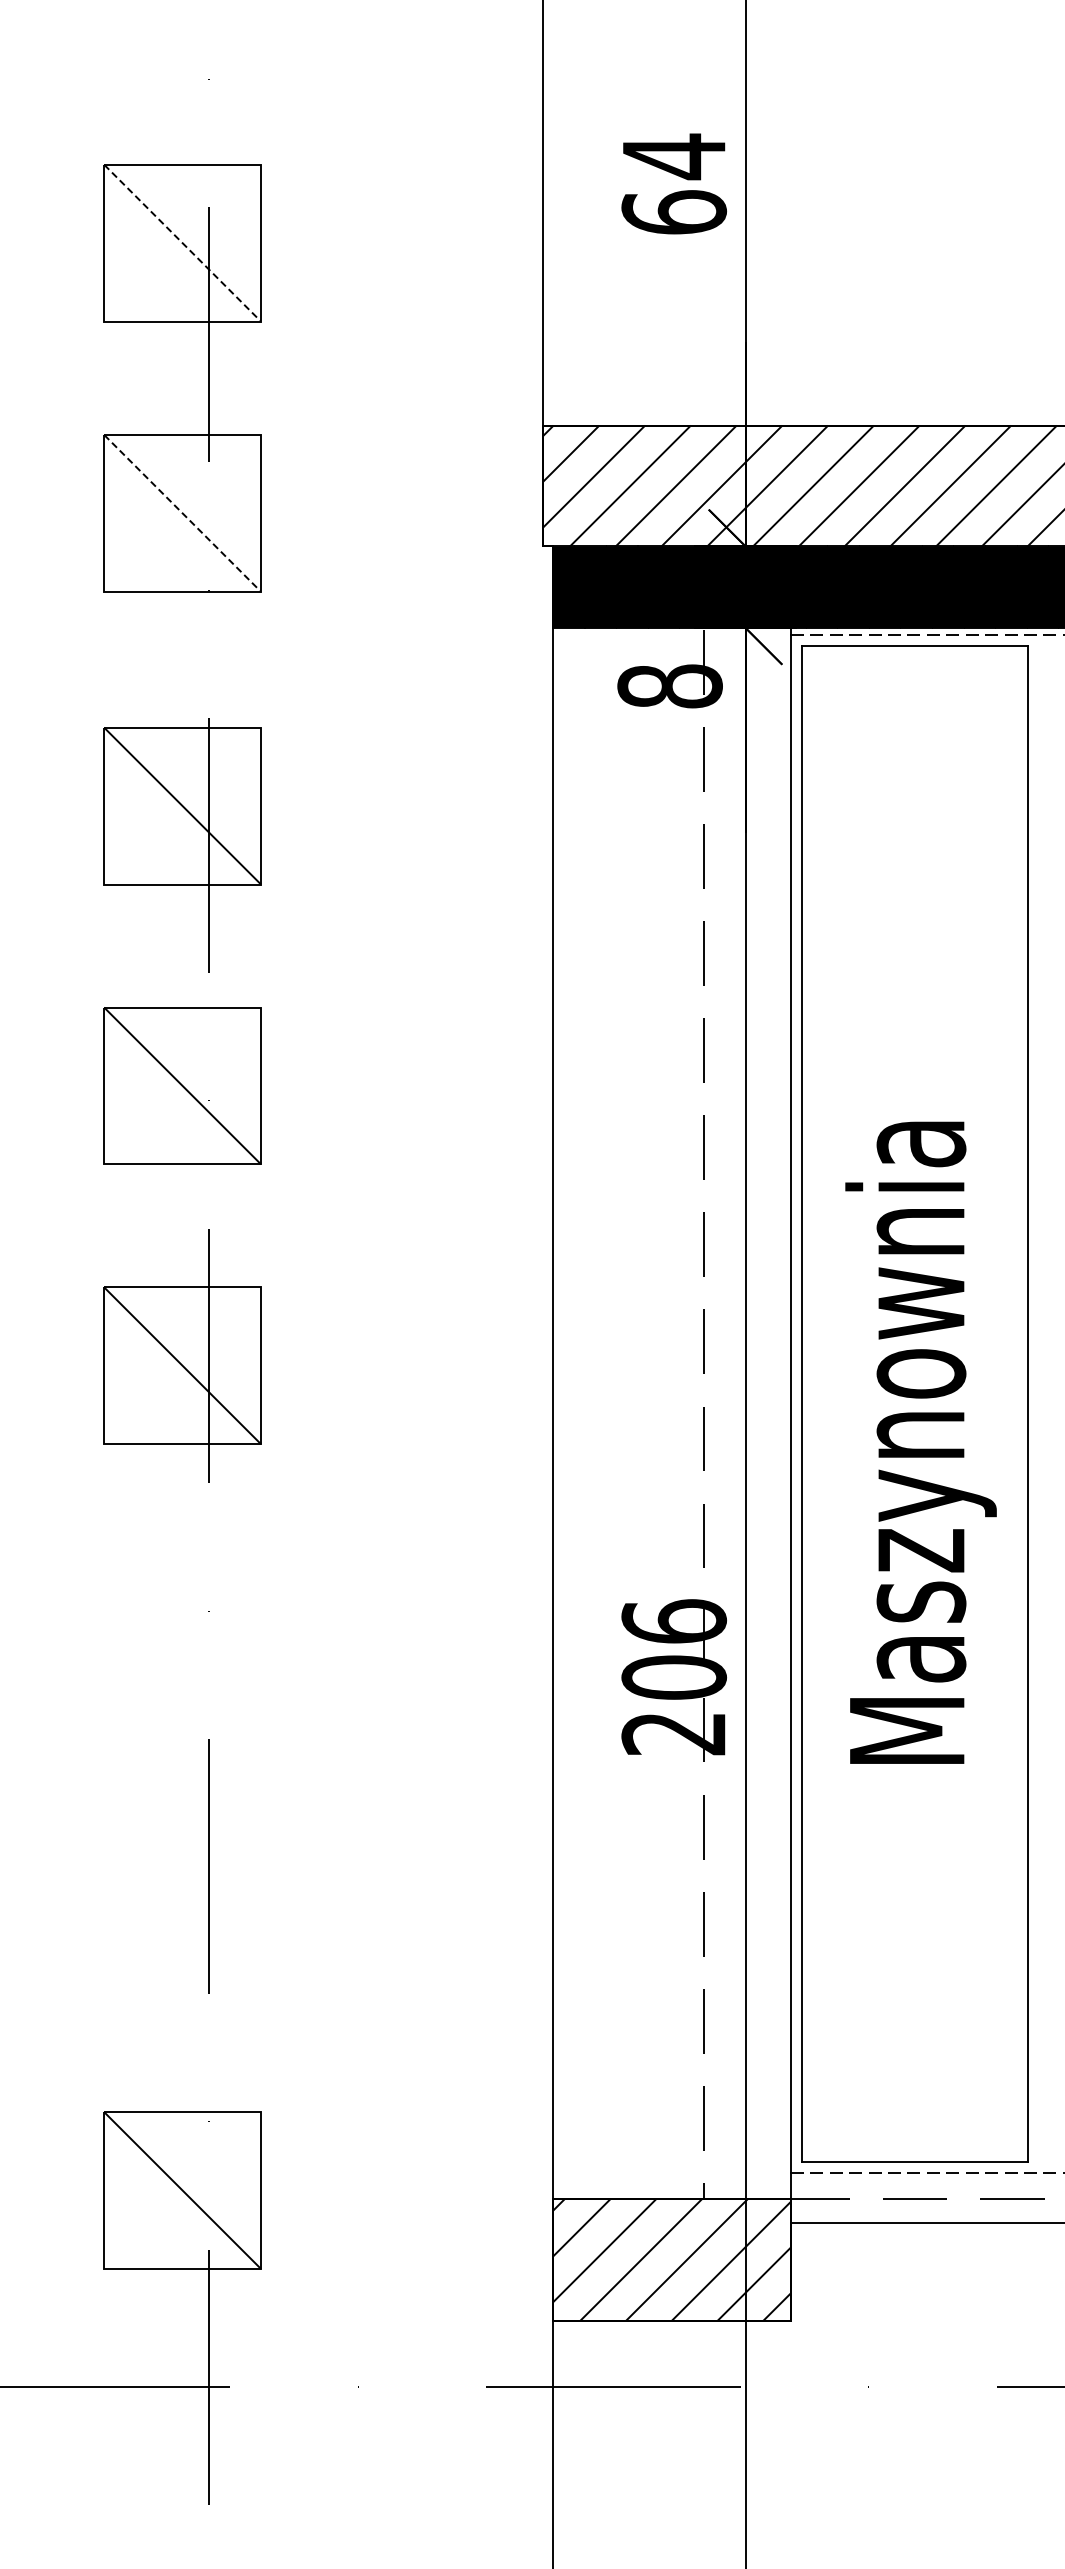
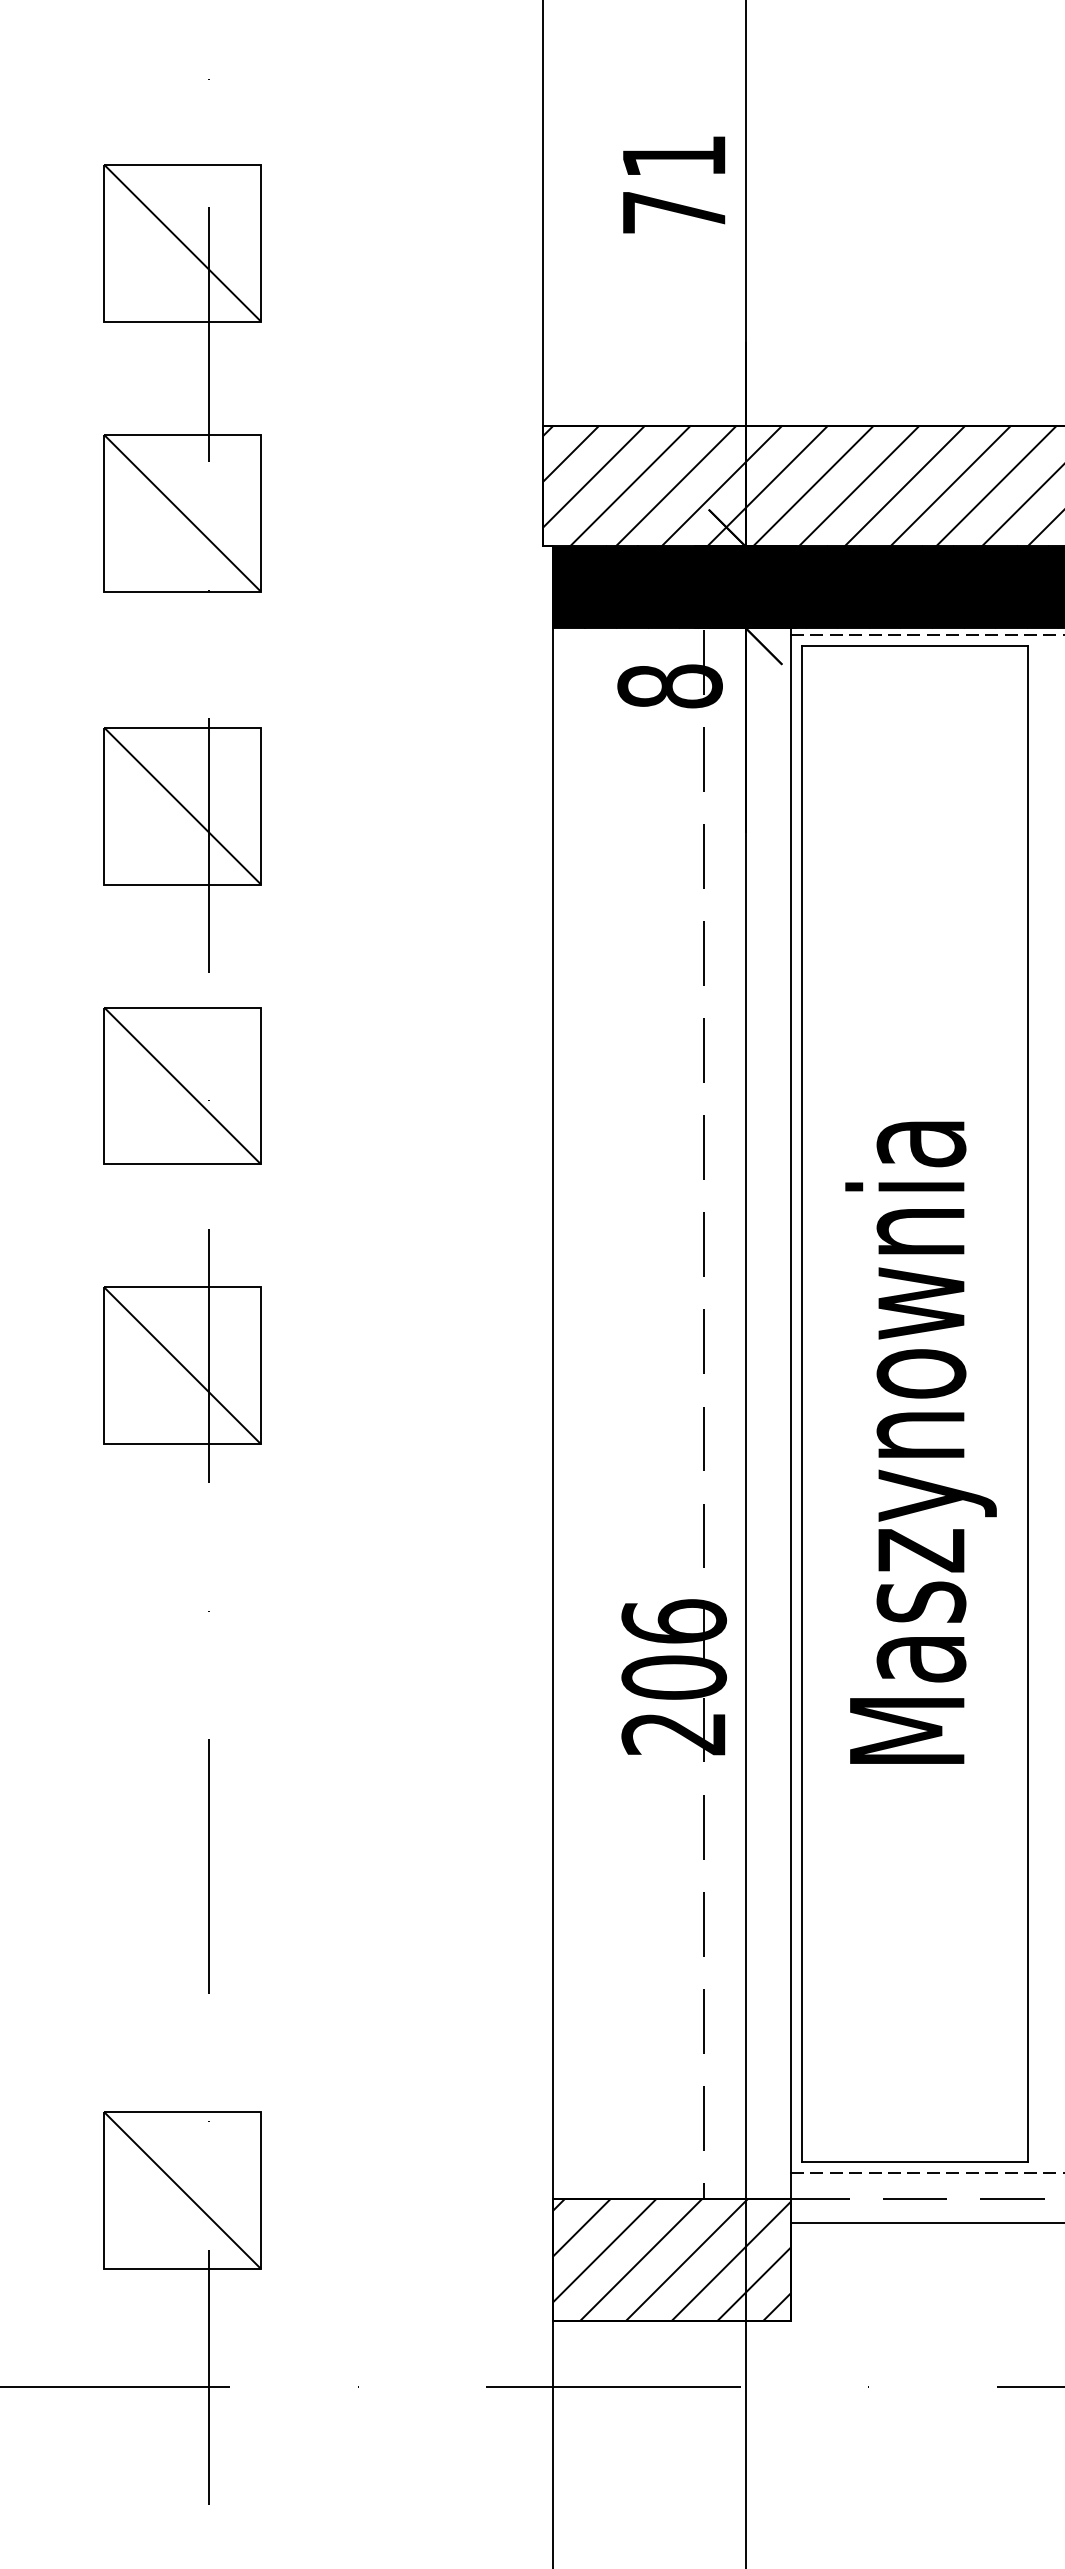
text at (674, 183): 64 -> 71
line at (182, 243): dashed -> solid
line at (182, 513): dashed -> solid
